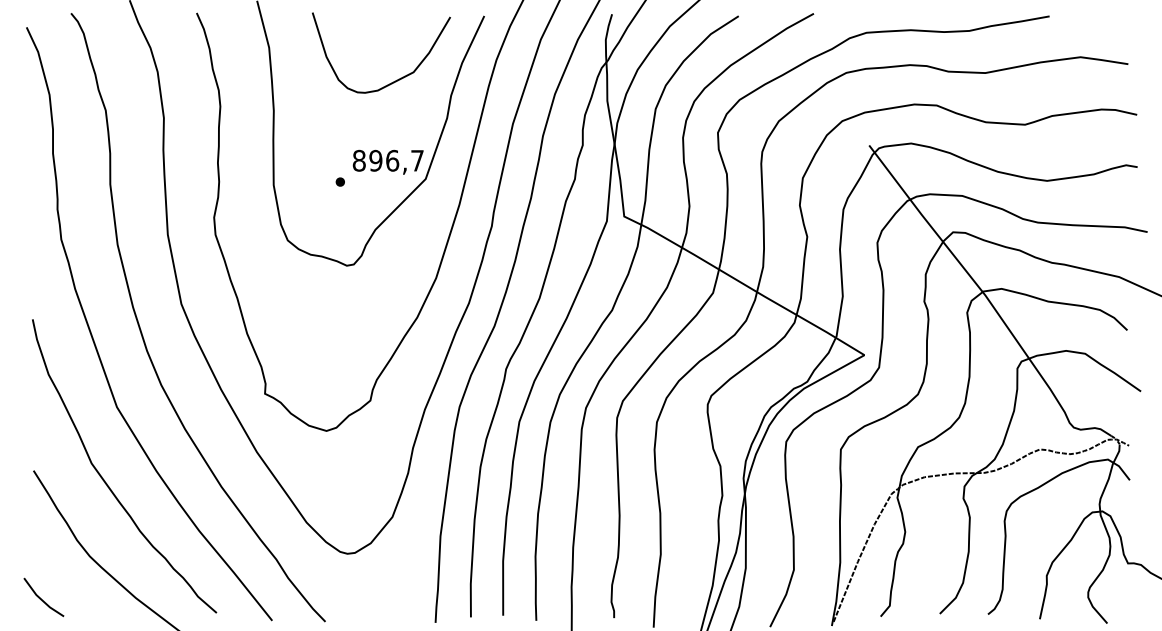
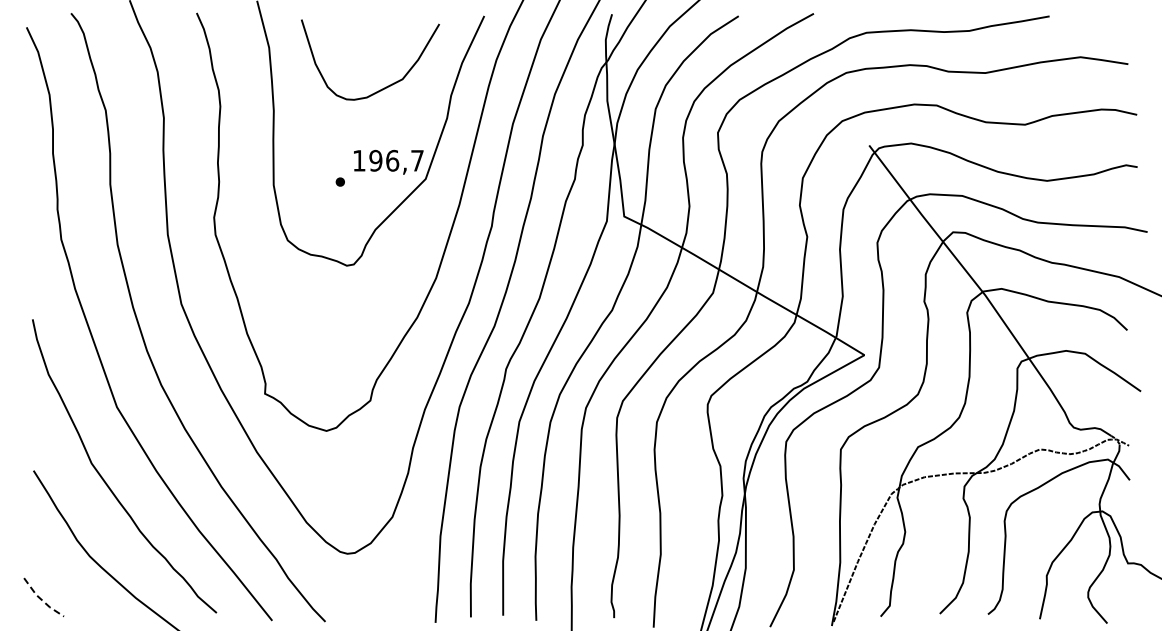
curve at (395, 80) position: (395, 80) -> (384, 87)
text at (358, 160): 896,7 -> 196,7
line at (42, 600): solid -> dashed
